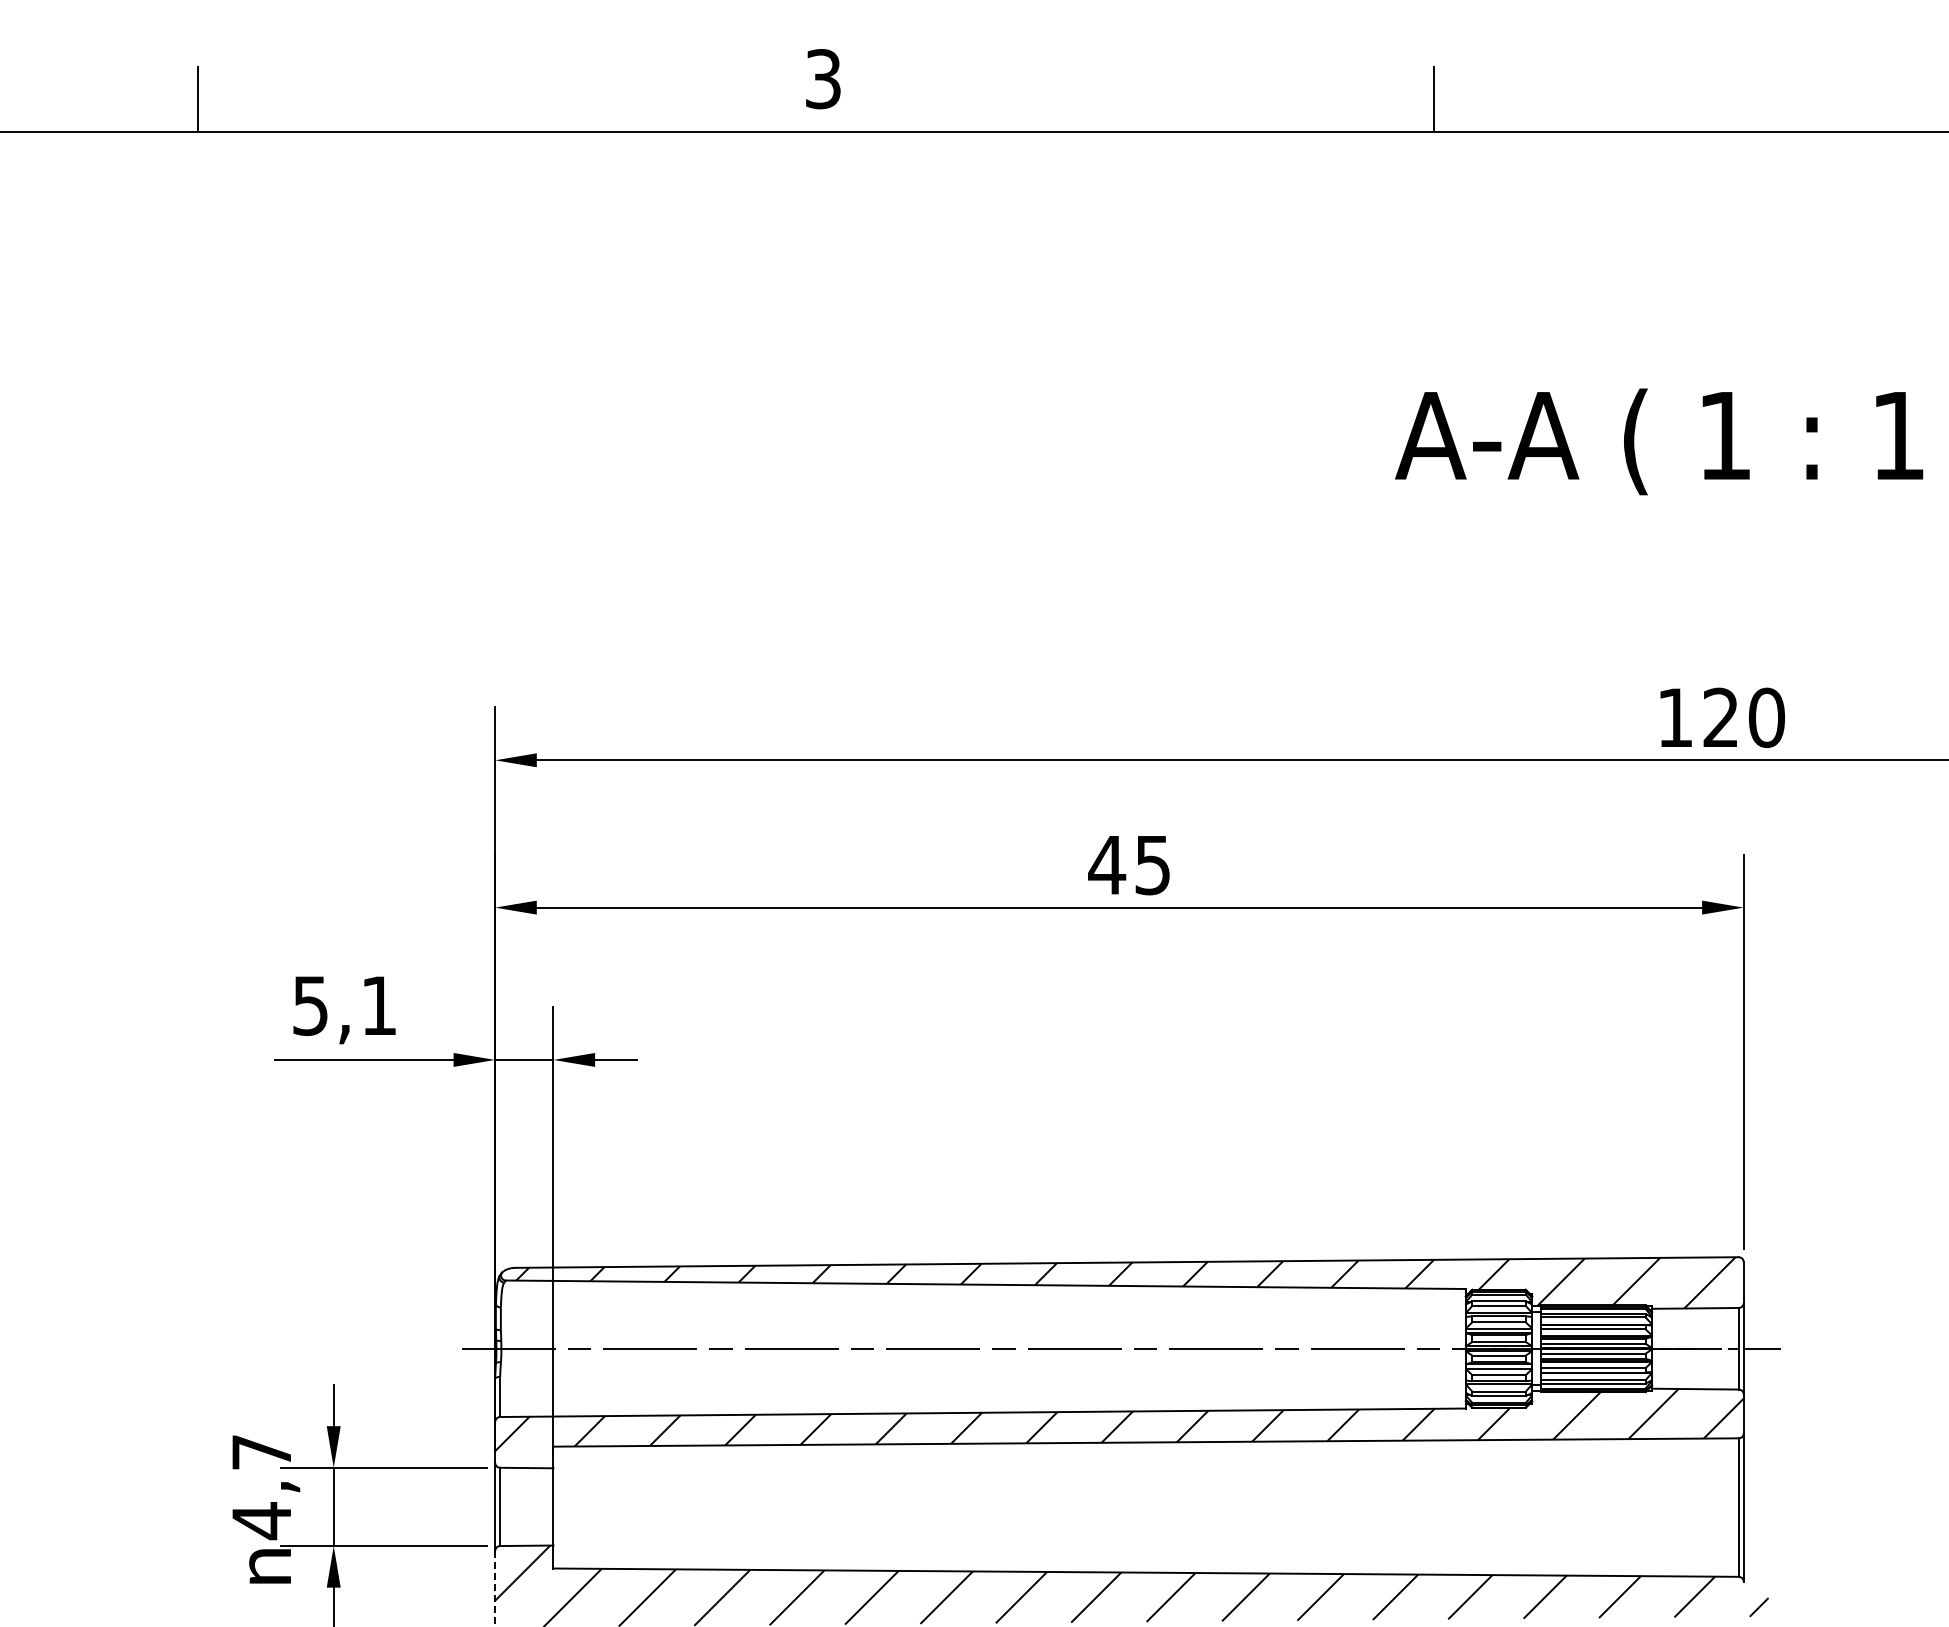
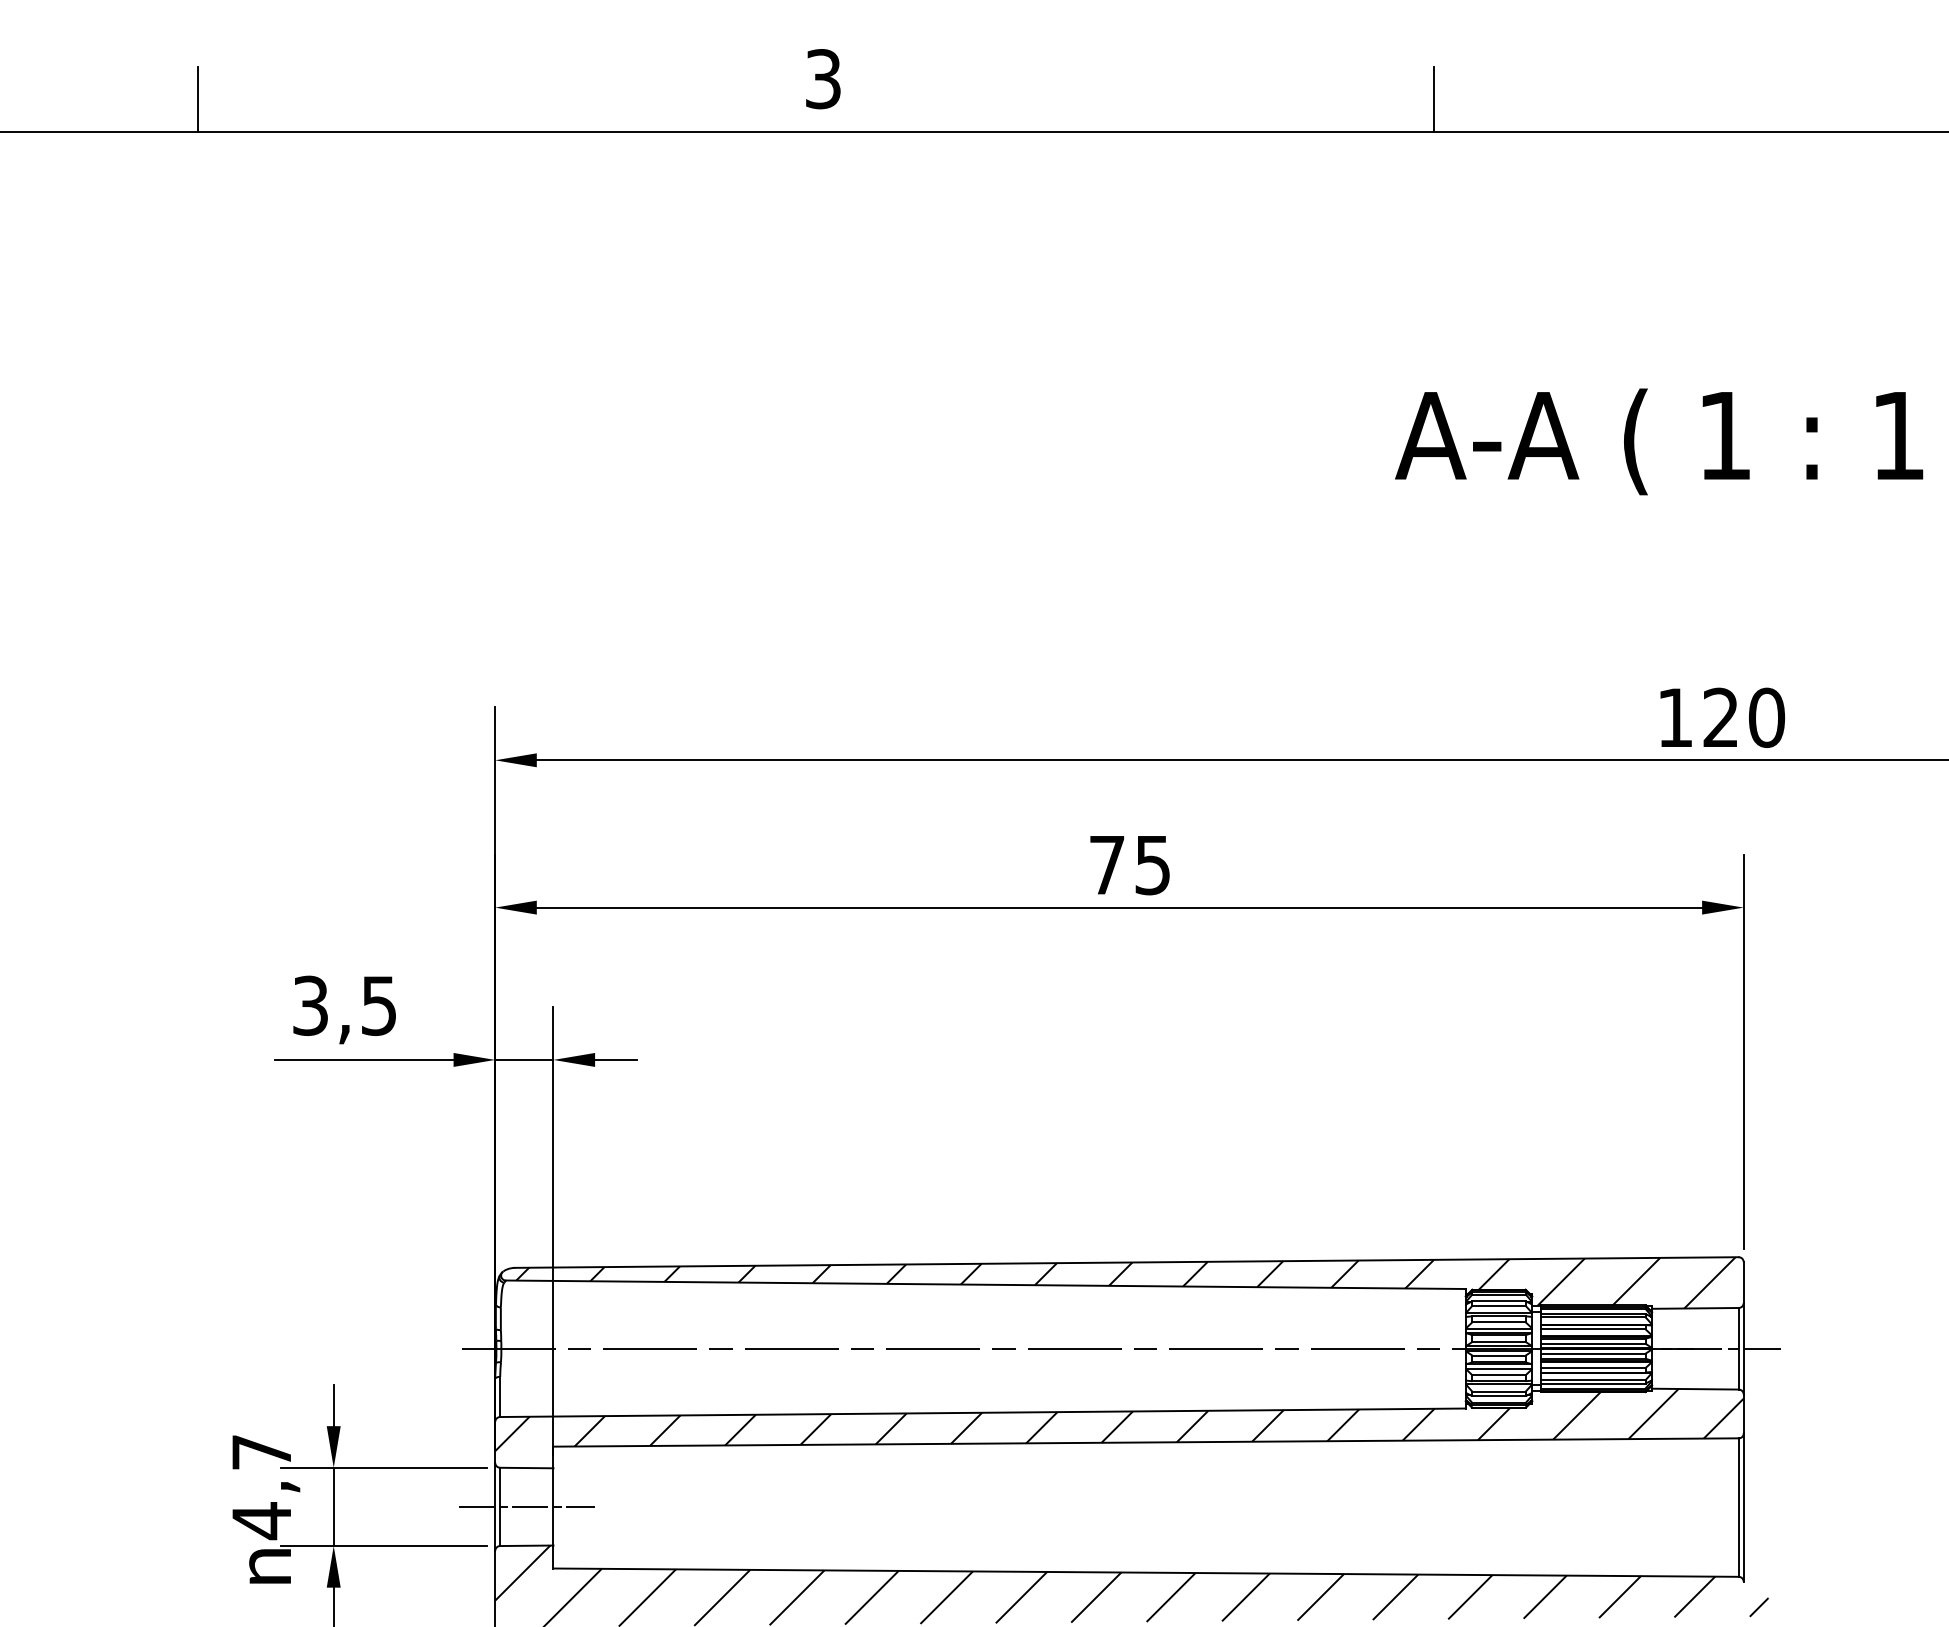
text at (1107, 865): 45 -> 75
text at (344, 1005): 5,1 -> 3,5
line at (526, 1506): none -> present
line at (495, 1589): dashed -> solid
